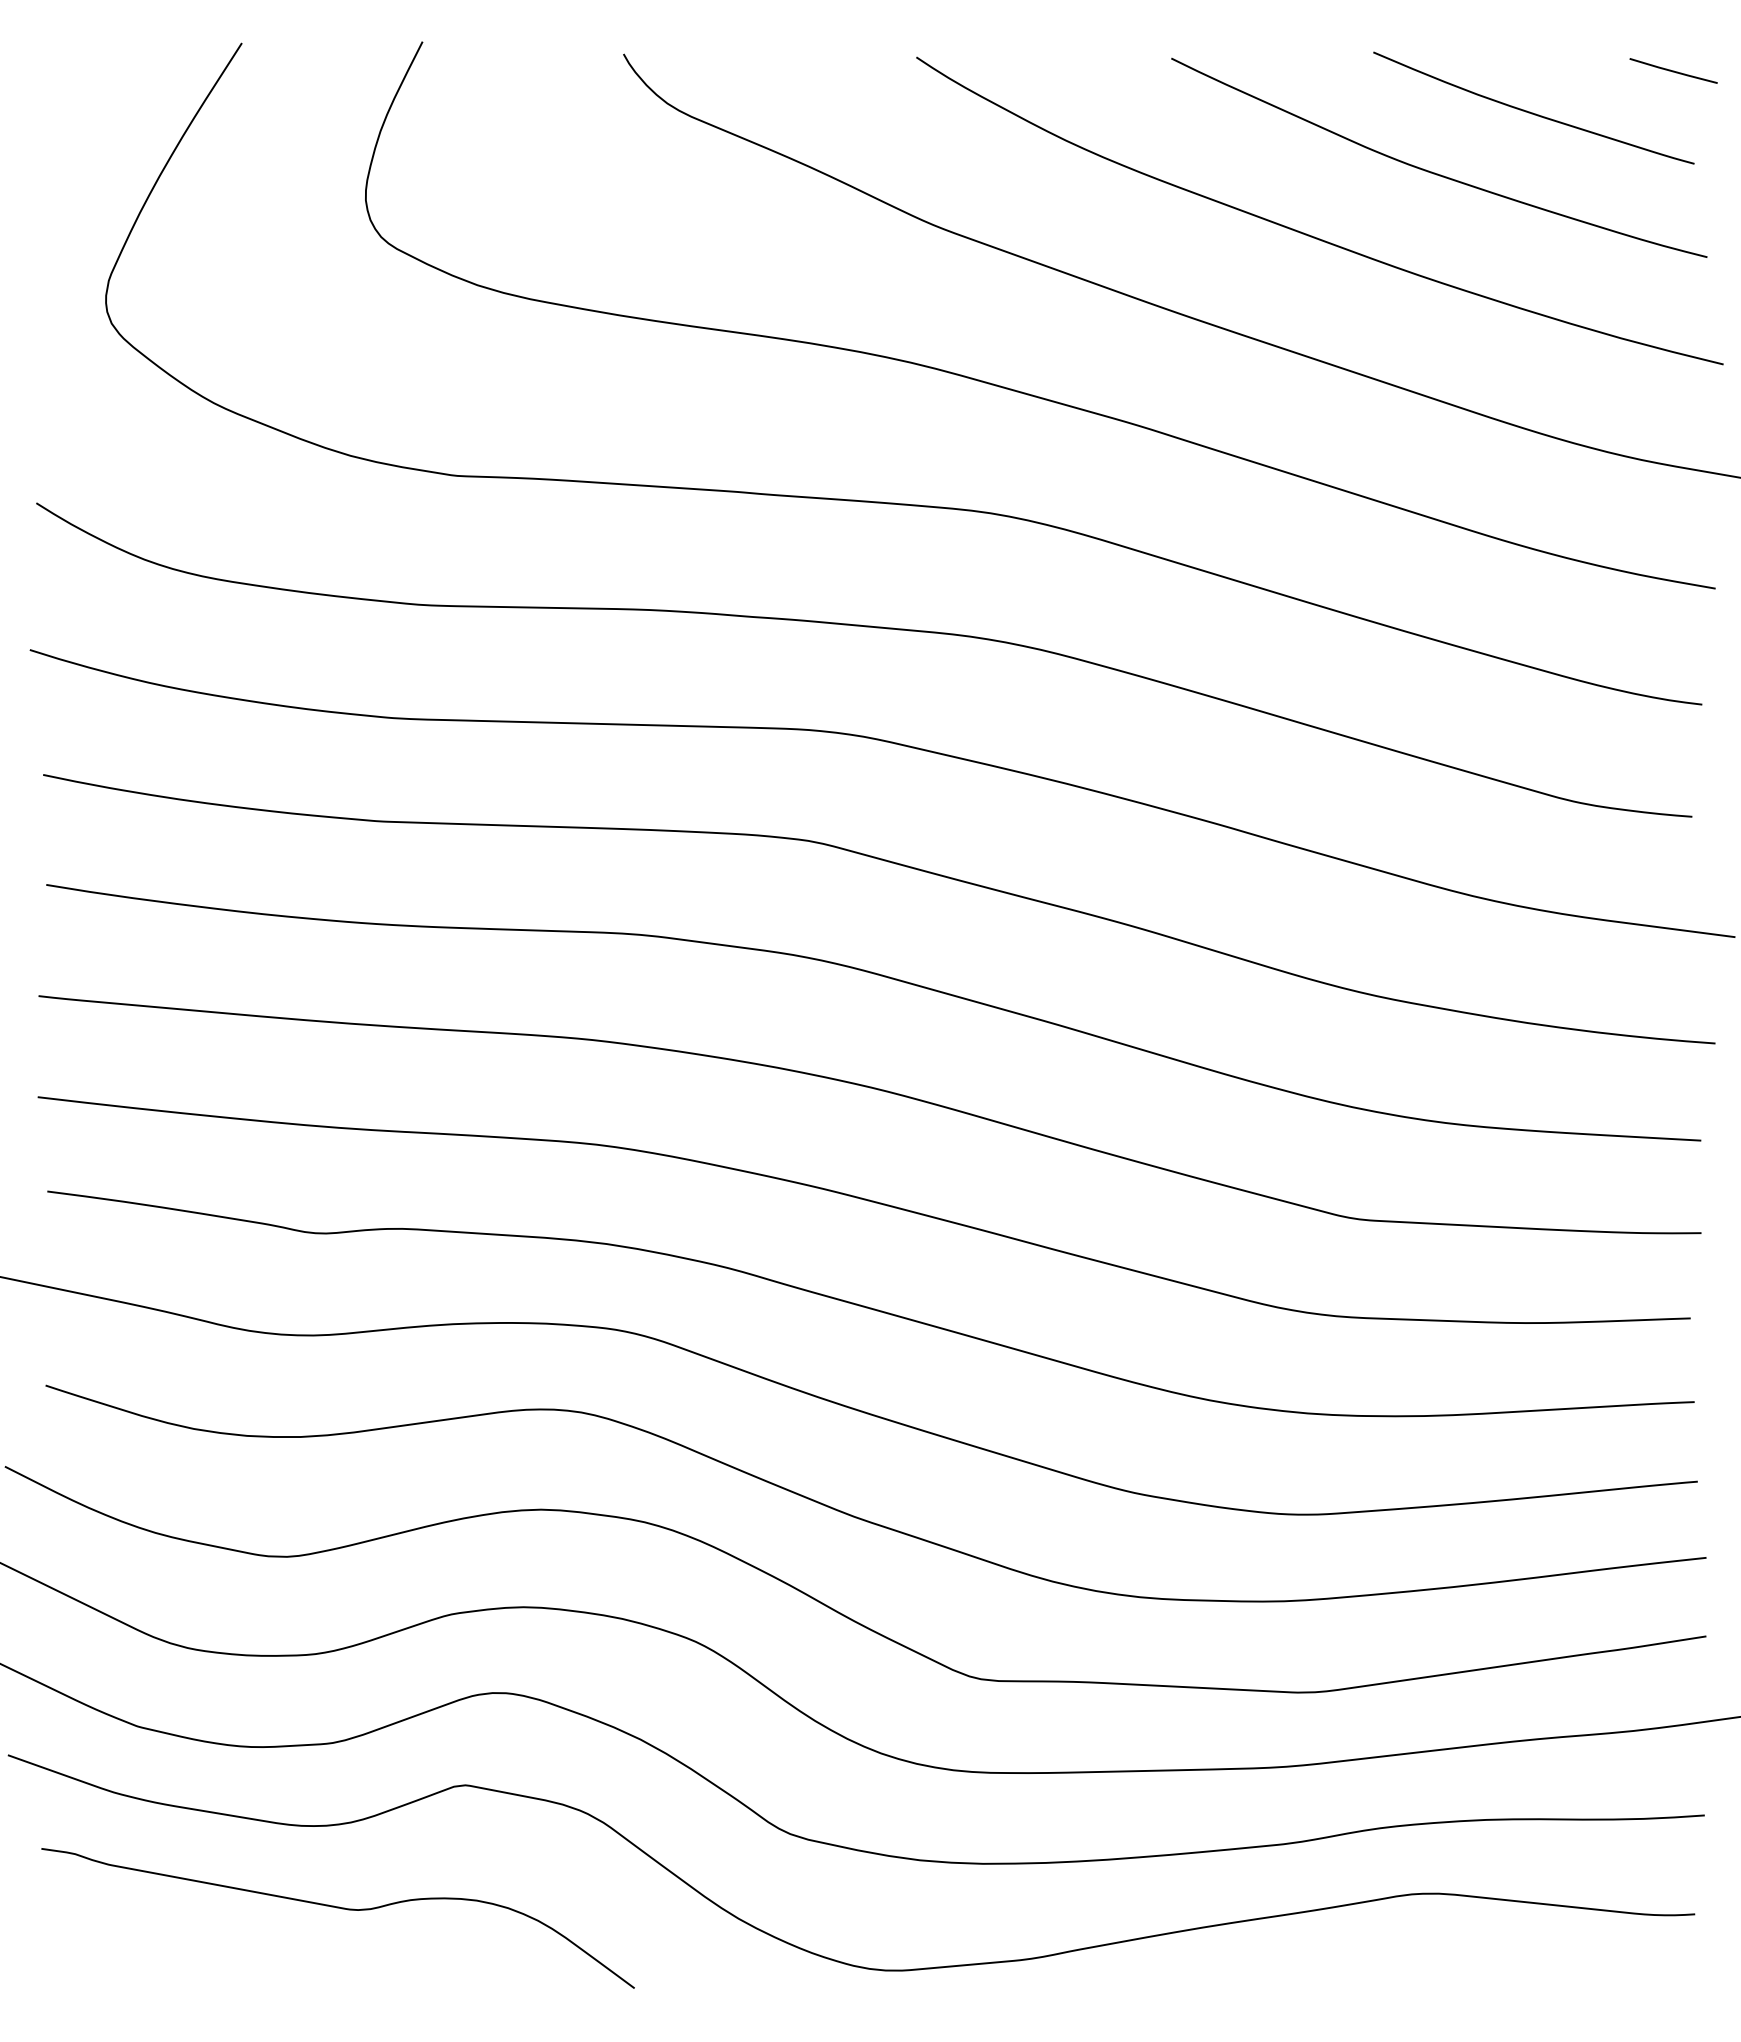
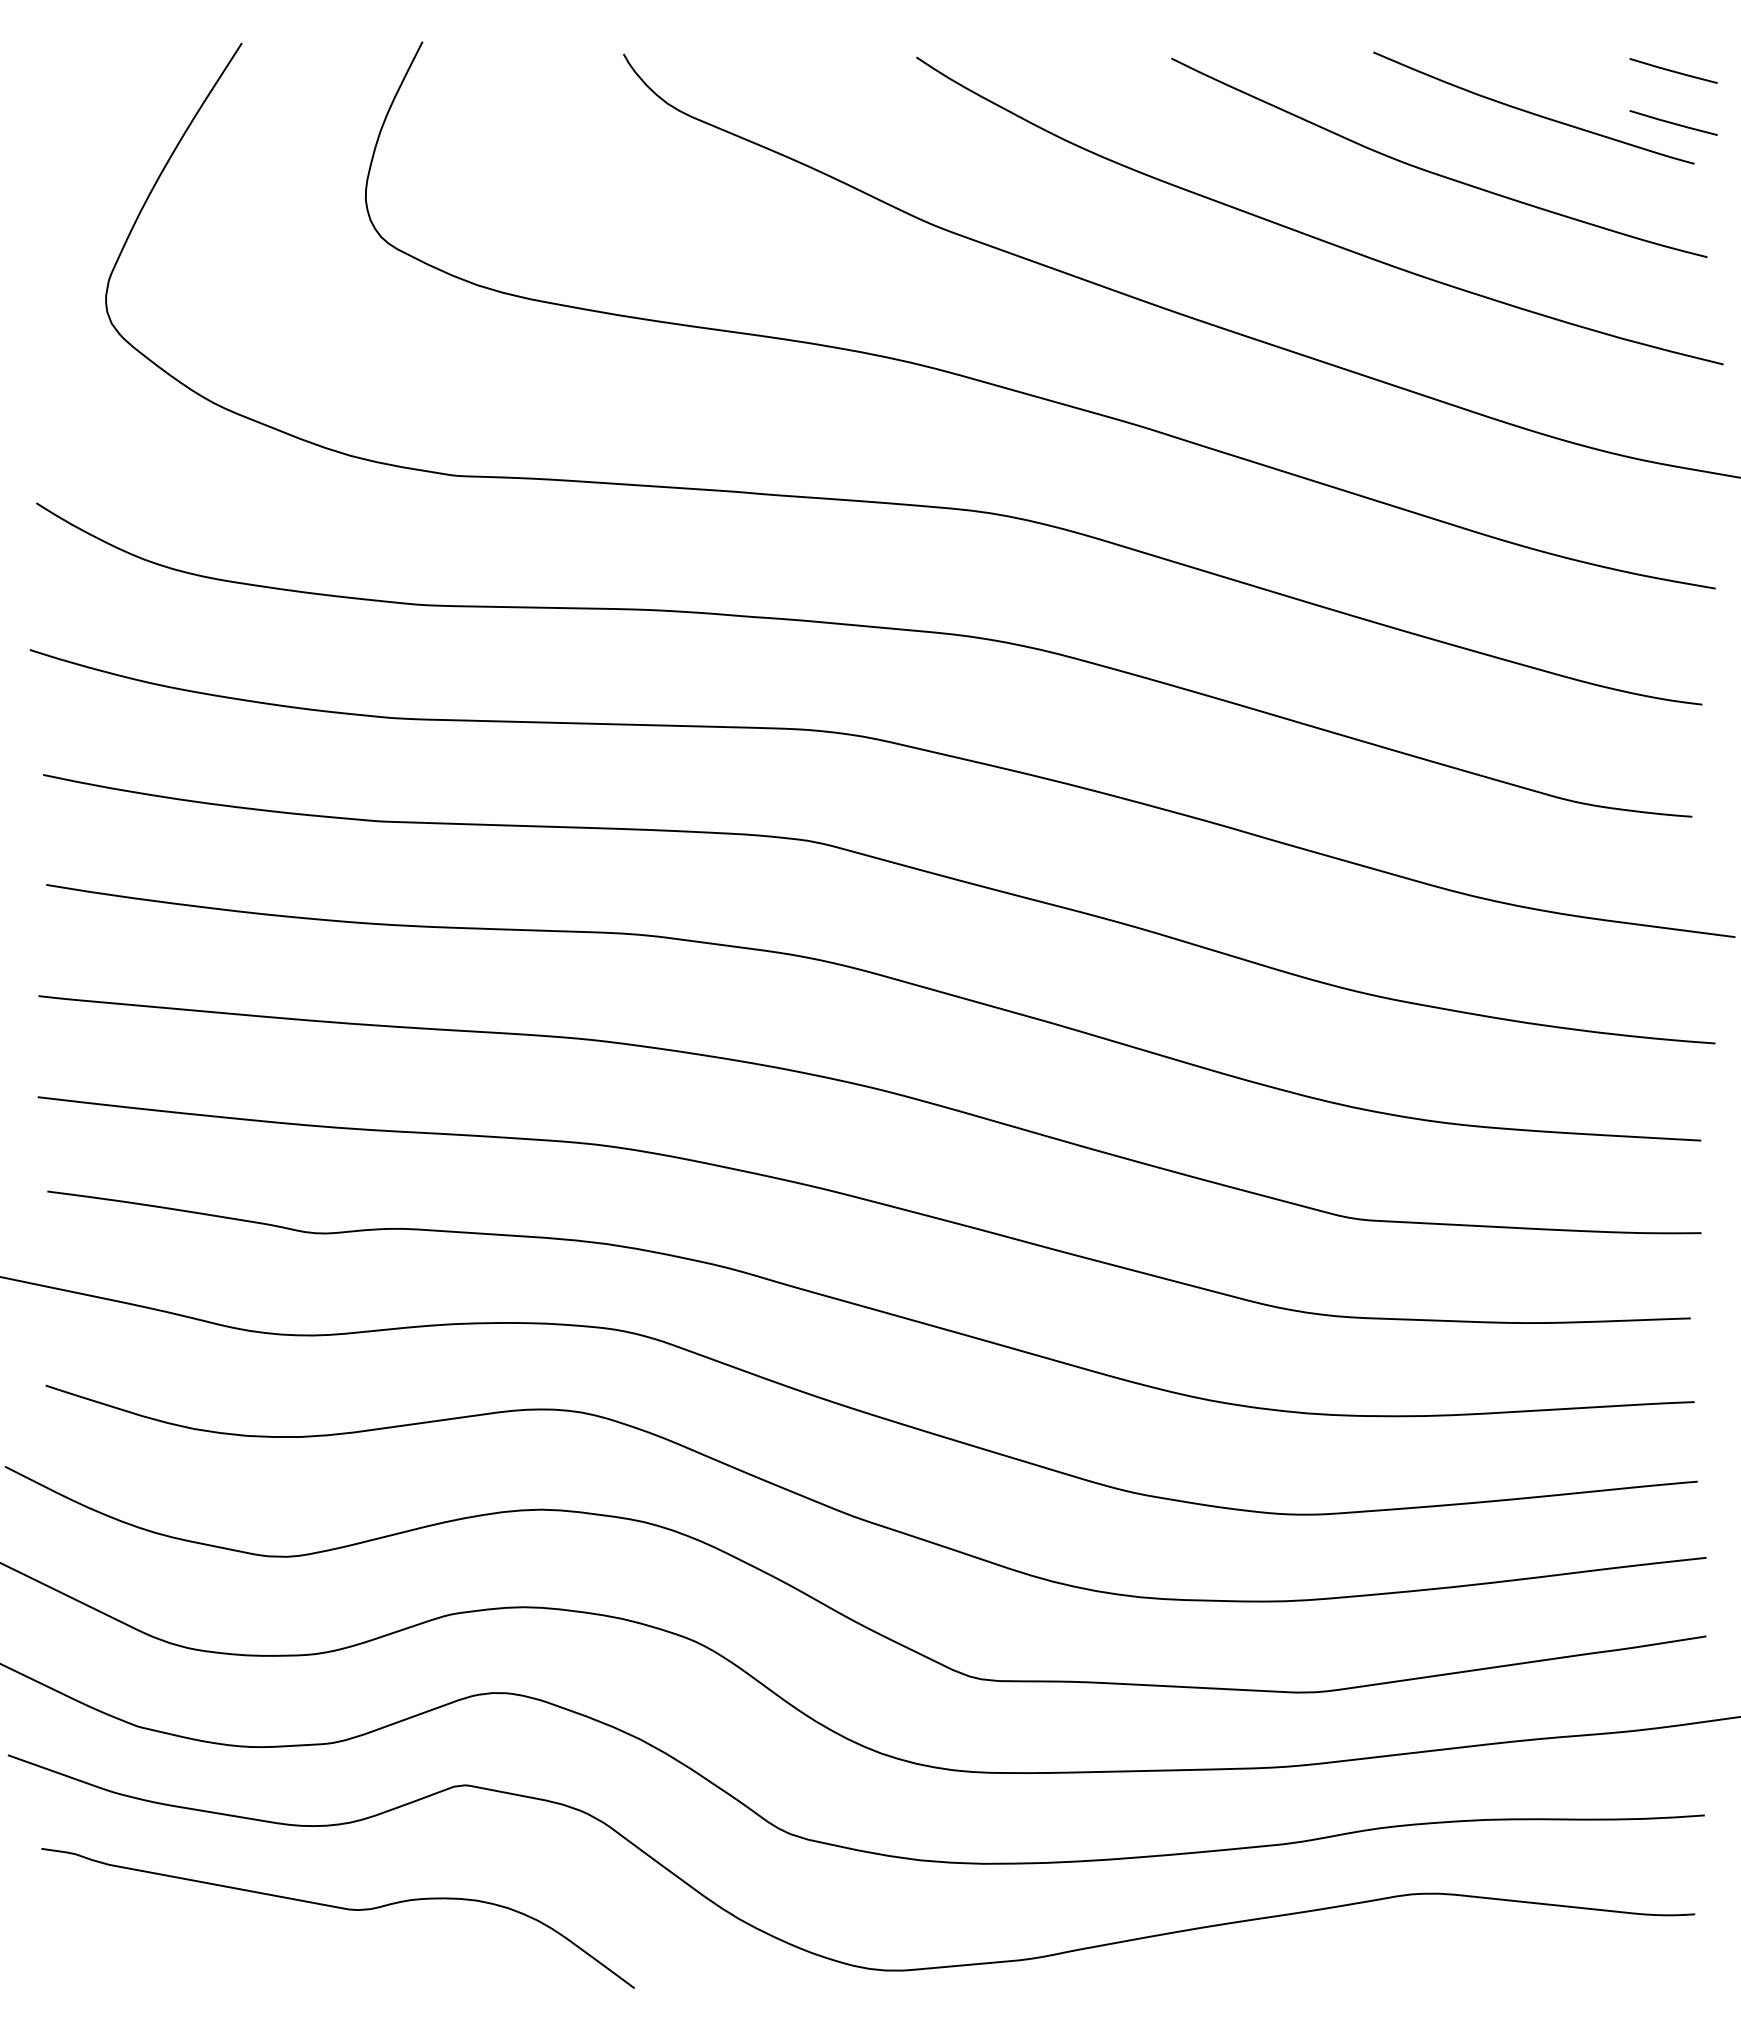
line at (1673, 122): none -> present
